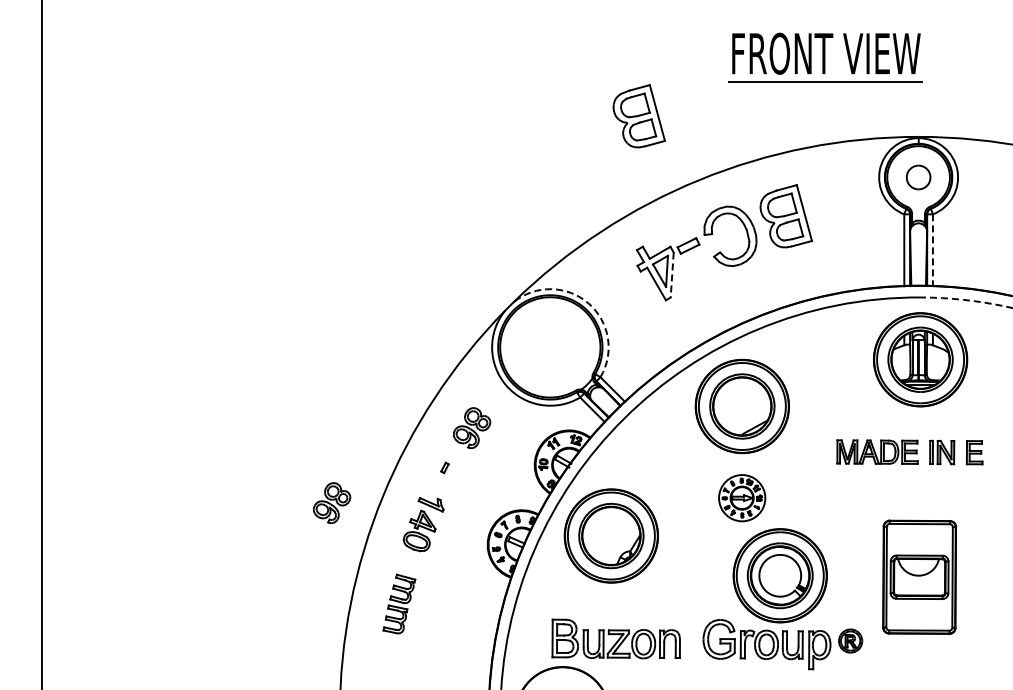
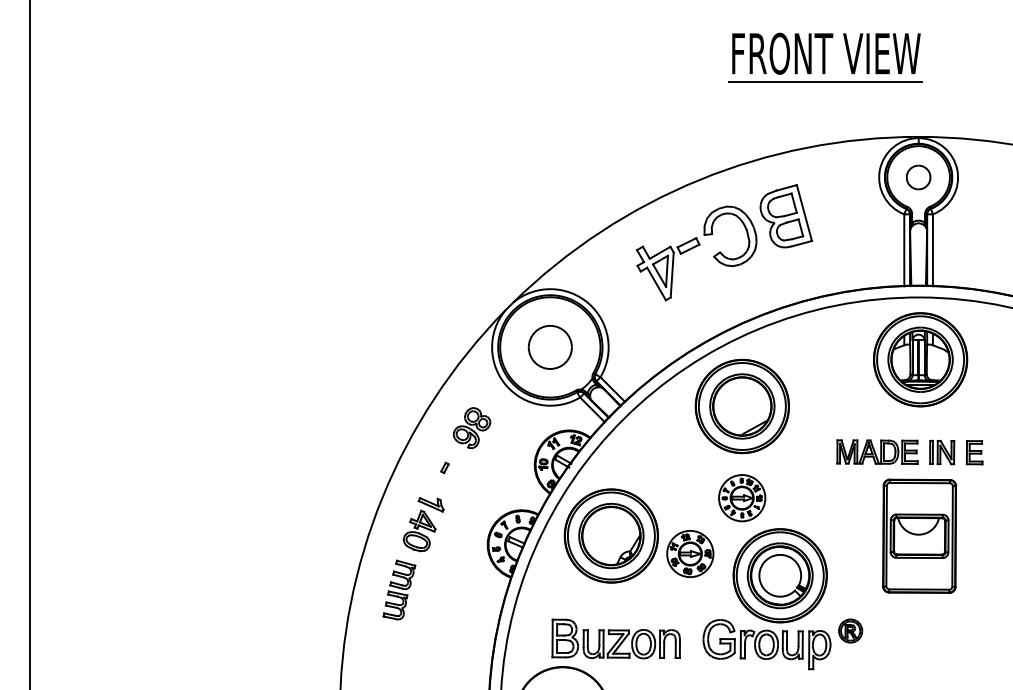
part at (638, 116): present -> none
line at (932, 250): dashed -> solid
line at (672, 275): dashed -> solid
arc at (966, 300): dashed -> solid
arc at (588, 303): dashed -> solid
line at (42, 344) position: (42, 344) -> (30, 344)
part at (549, 347): none -> present
part at (331, 503): present -> none
part at (690, 553): none -> present
part at (919, 576) position: (919, 576) -> (919, 535)
part at (399, 603) position: (399, 603) -> (399, 589)
part at (850, 640) position: (850, 640) -> (850, 630)
